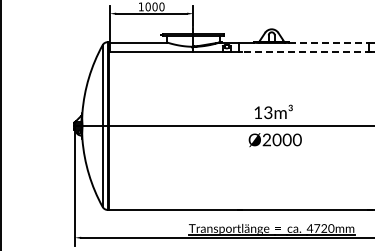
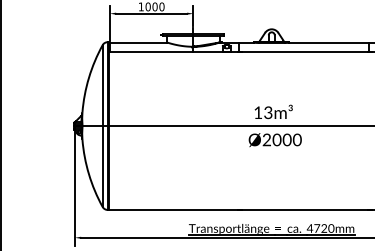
line at (329, 42): dashed -> solid
line at (304, 52): dashed -> solid
